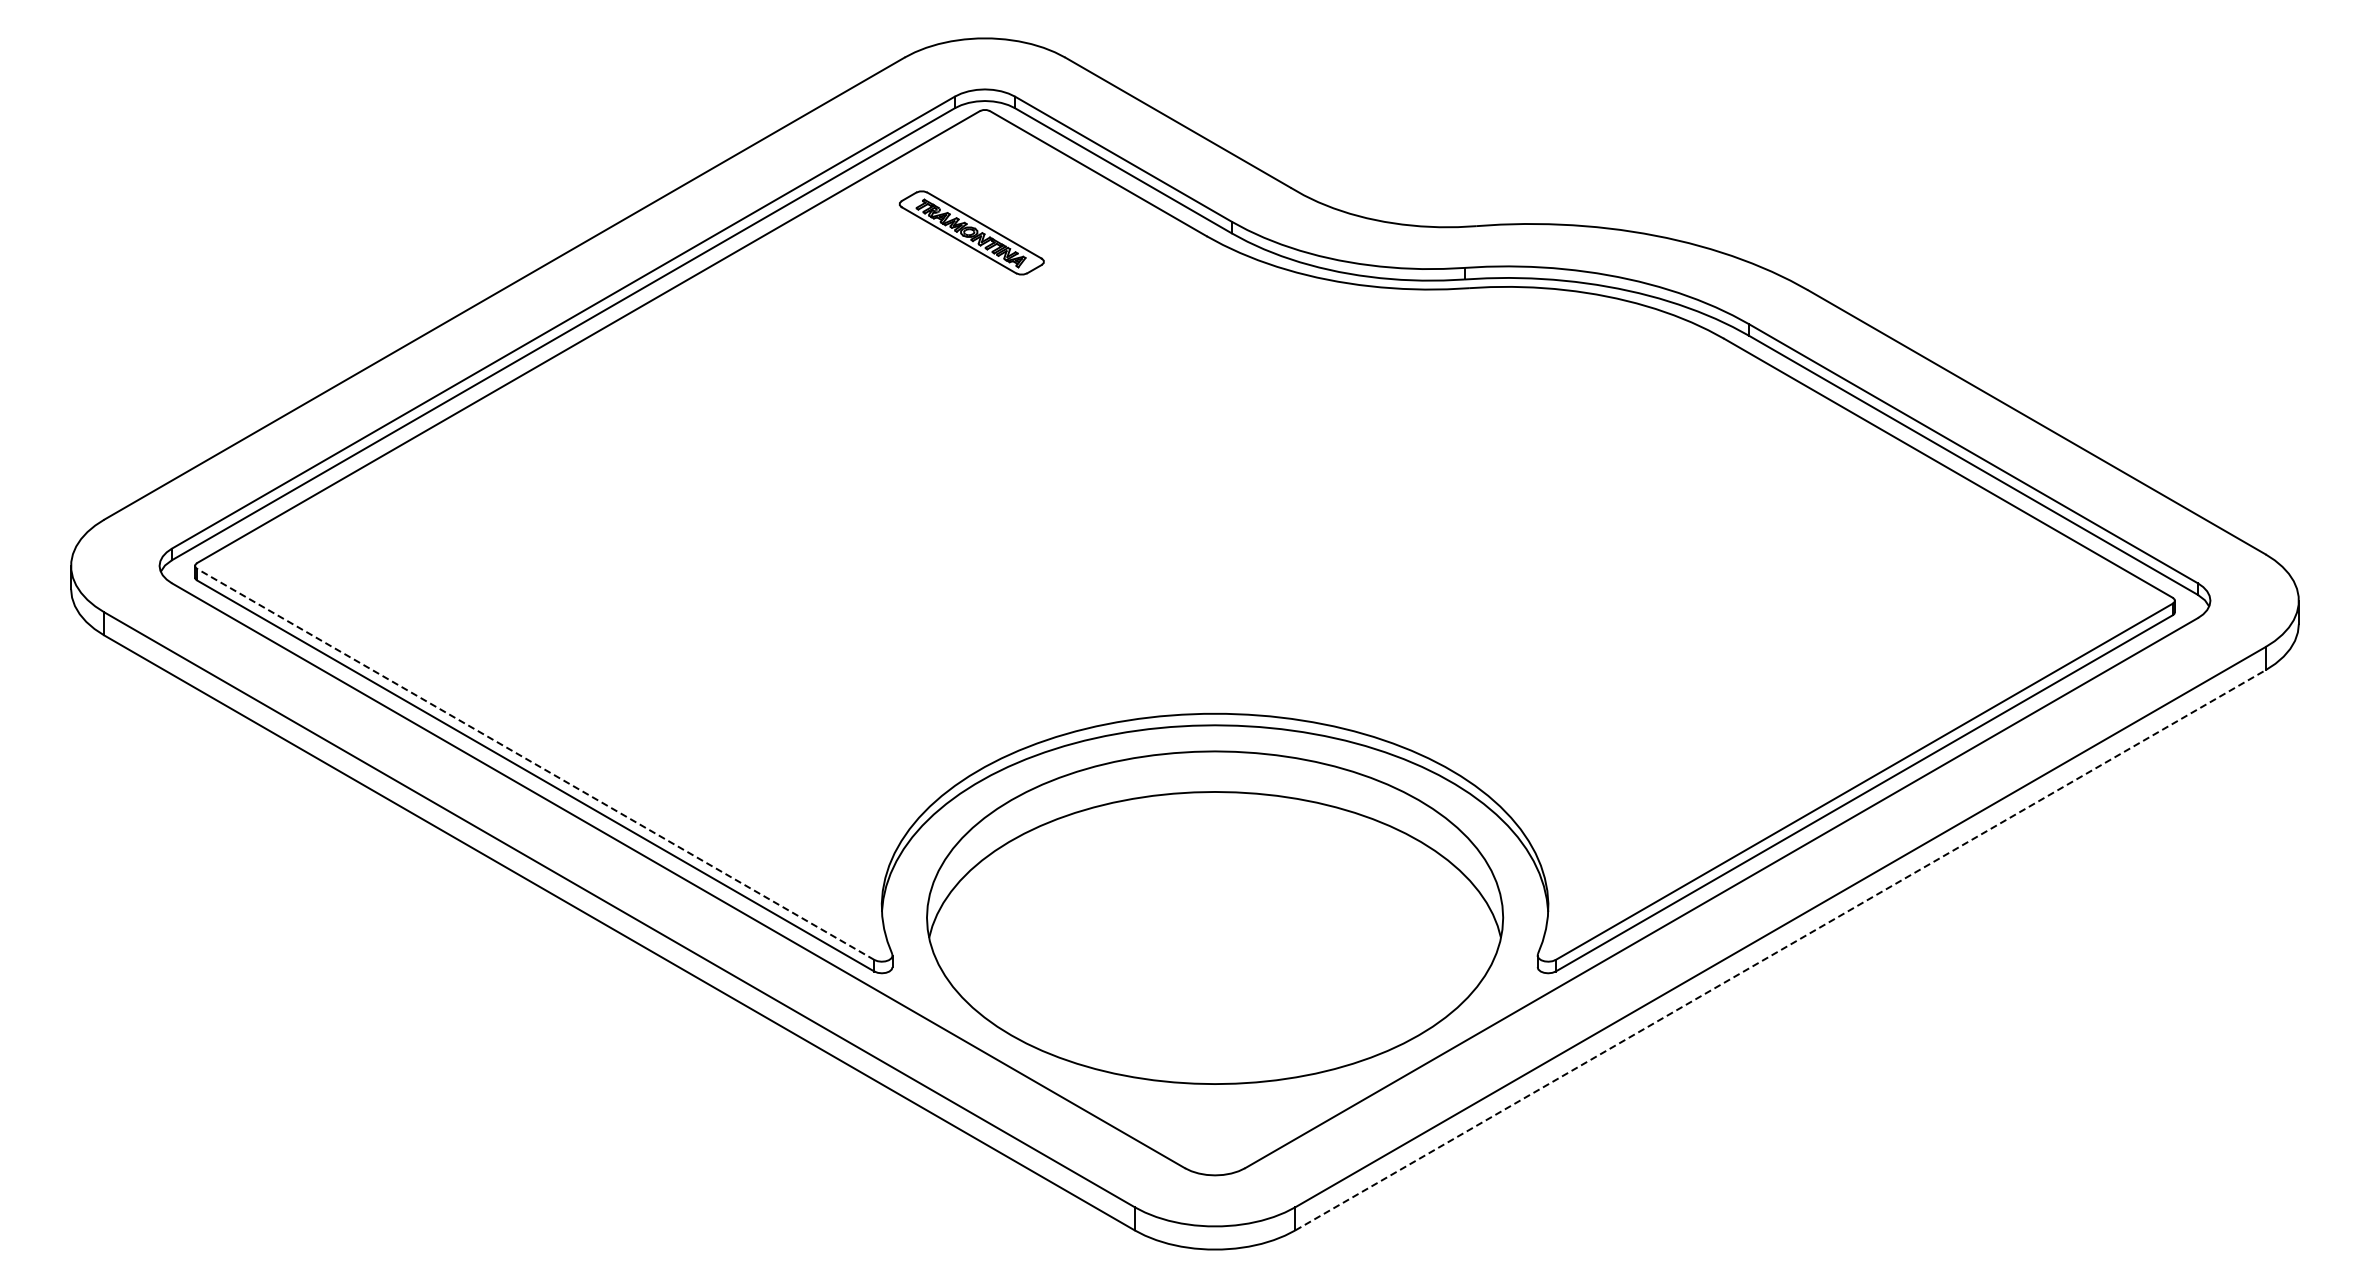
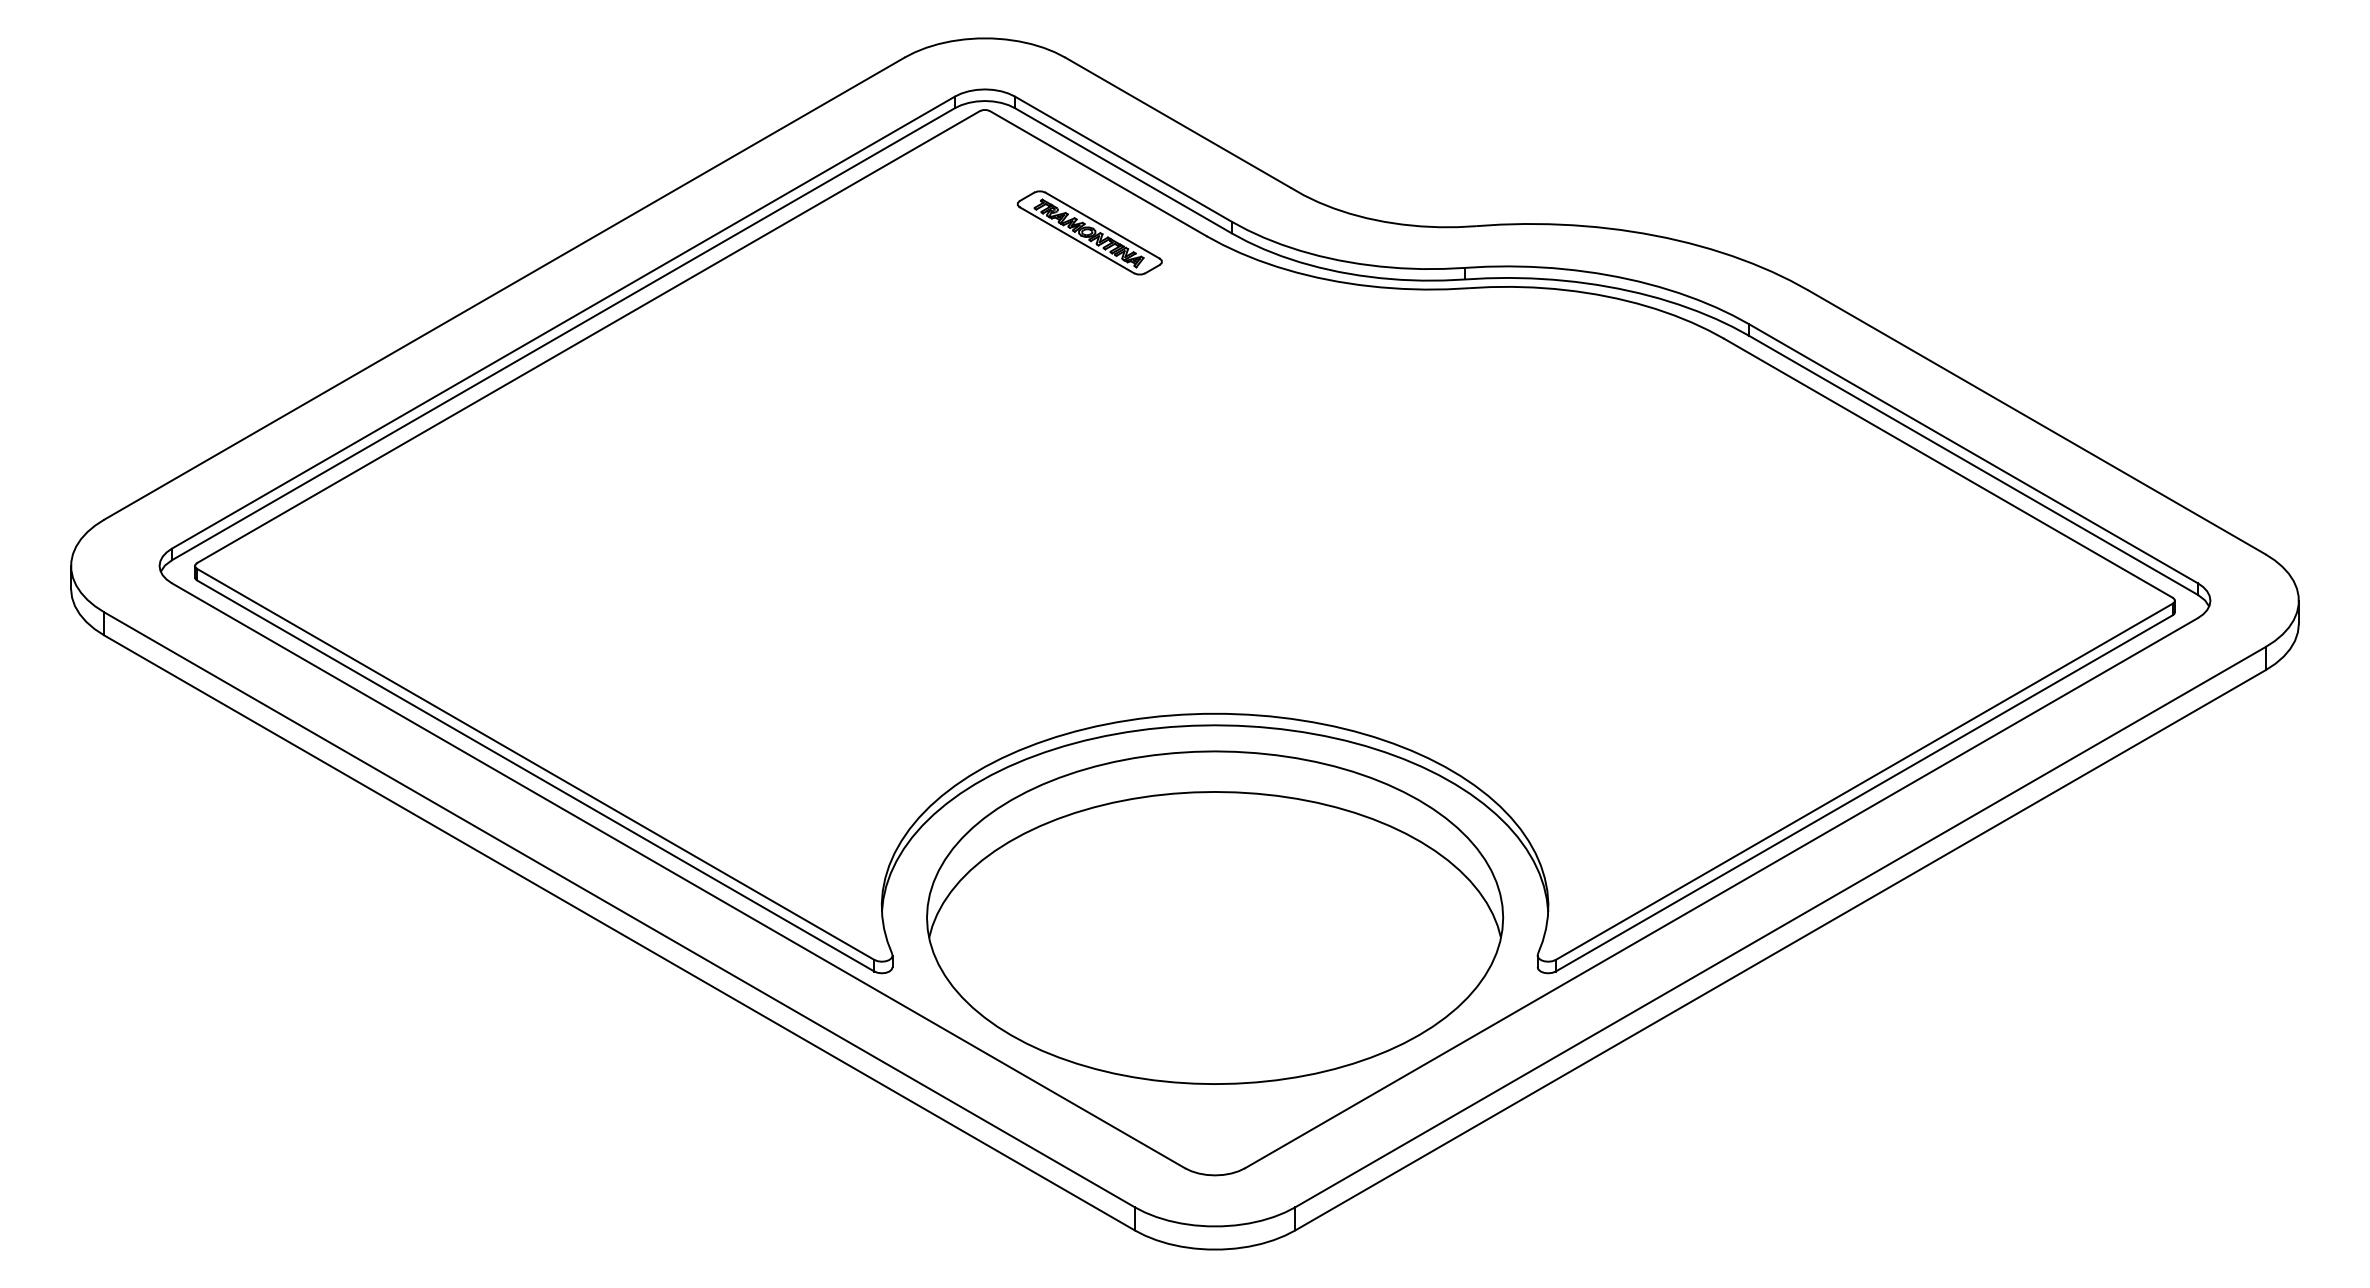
part at (971, 232) position: (971, 232) -> (1089, 232)
line at (535, 764): dashed -> solid
line at (1780, 950): dashed -> solid
